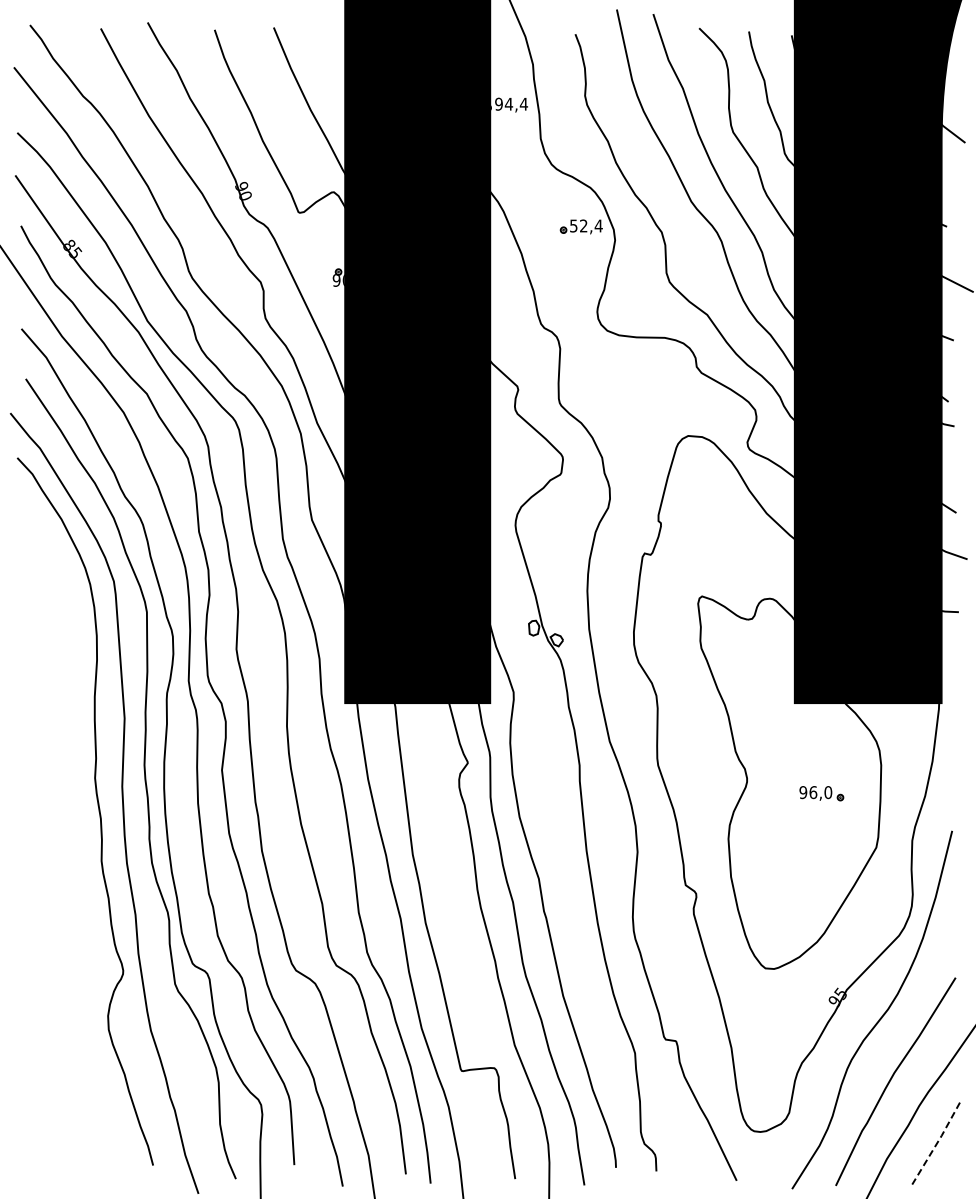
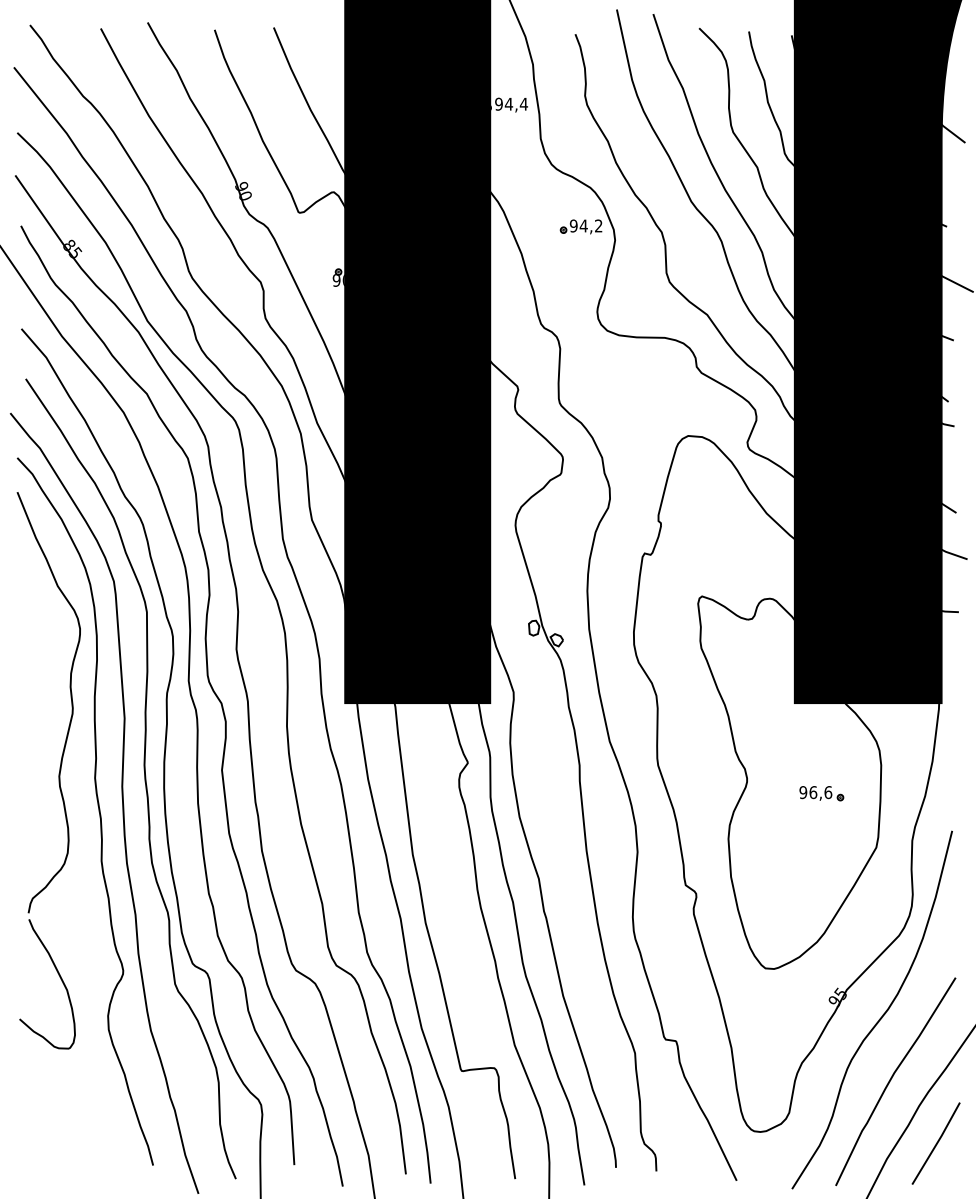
text at (585, 225): 52,4 -> 94,2
part at (58, 773): none -> present
text at (828, 792): 96,0 -> 96,6
line at (936, 1143): dashed -> solid
